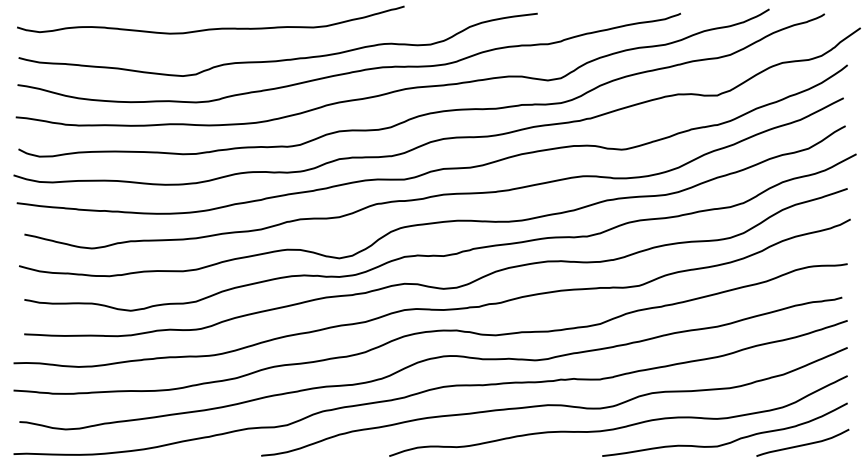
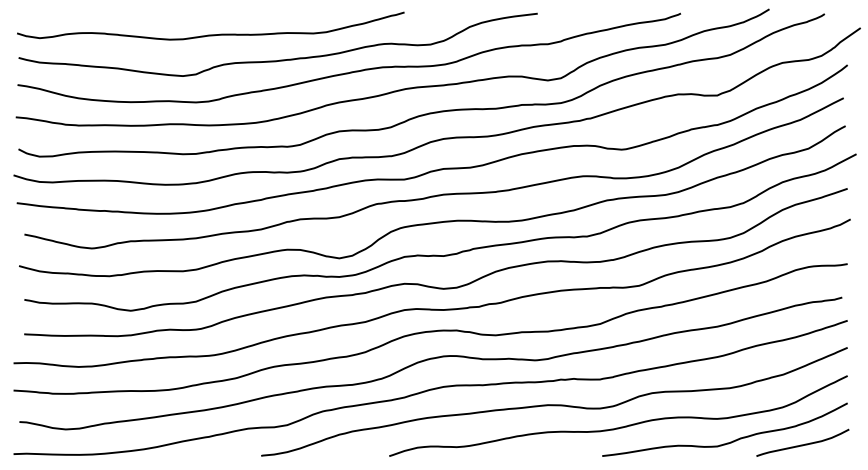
curve at (210, 28) position: (210, 28) -> (210, 34)
